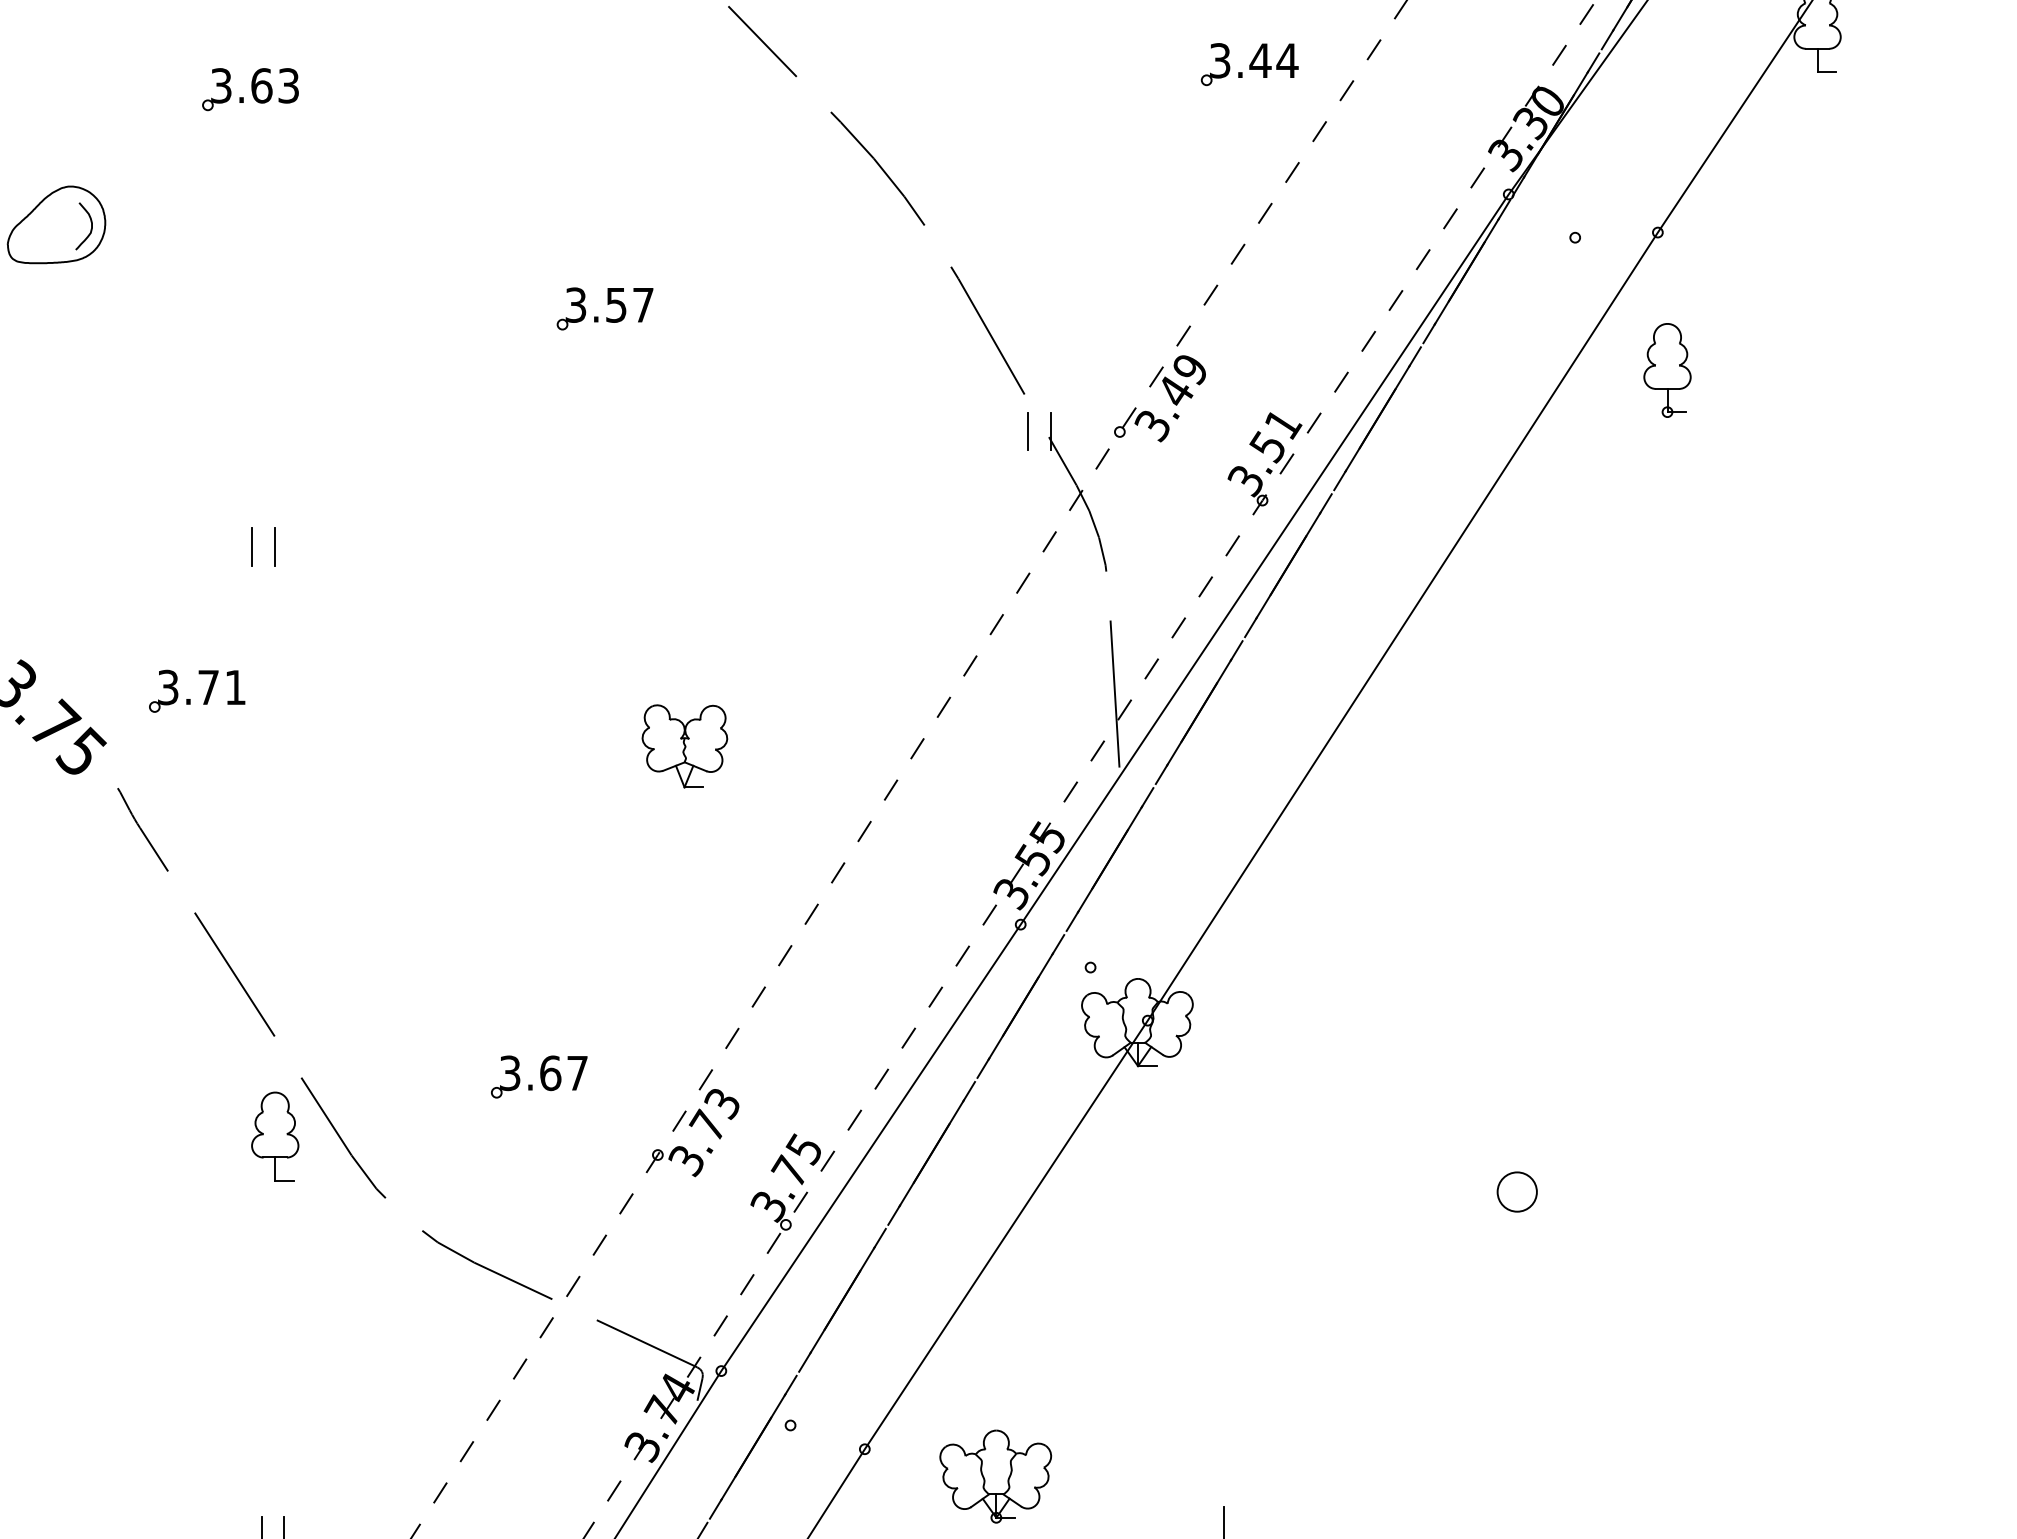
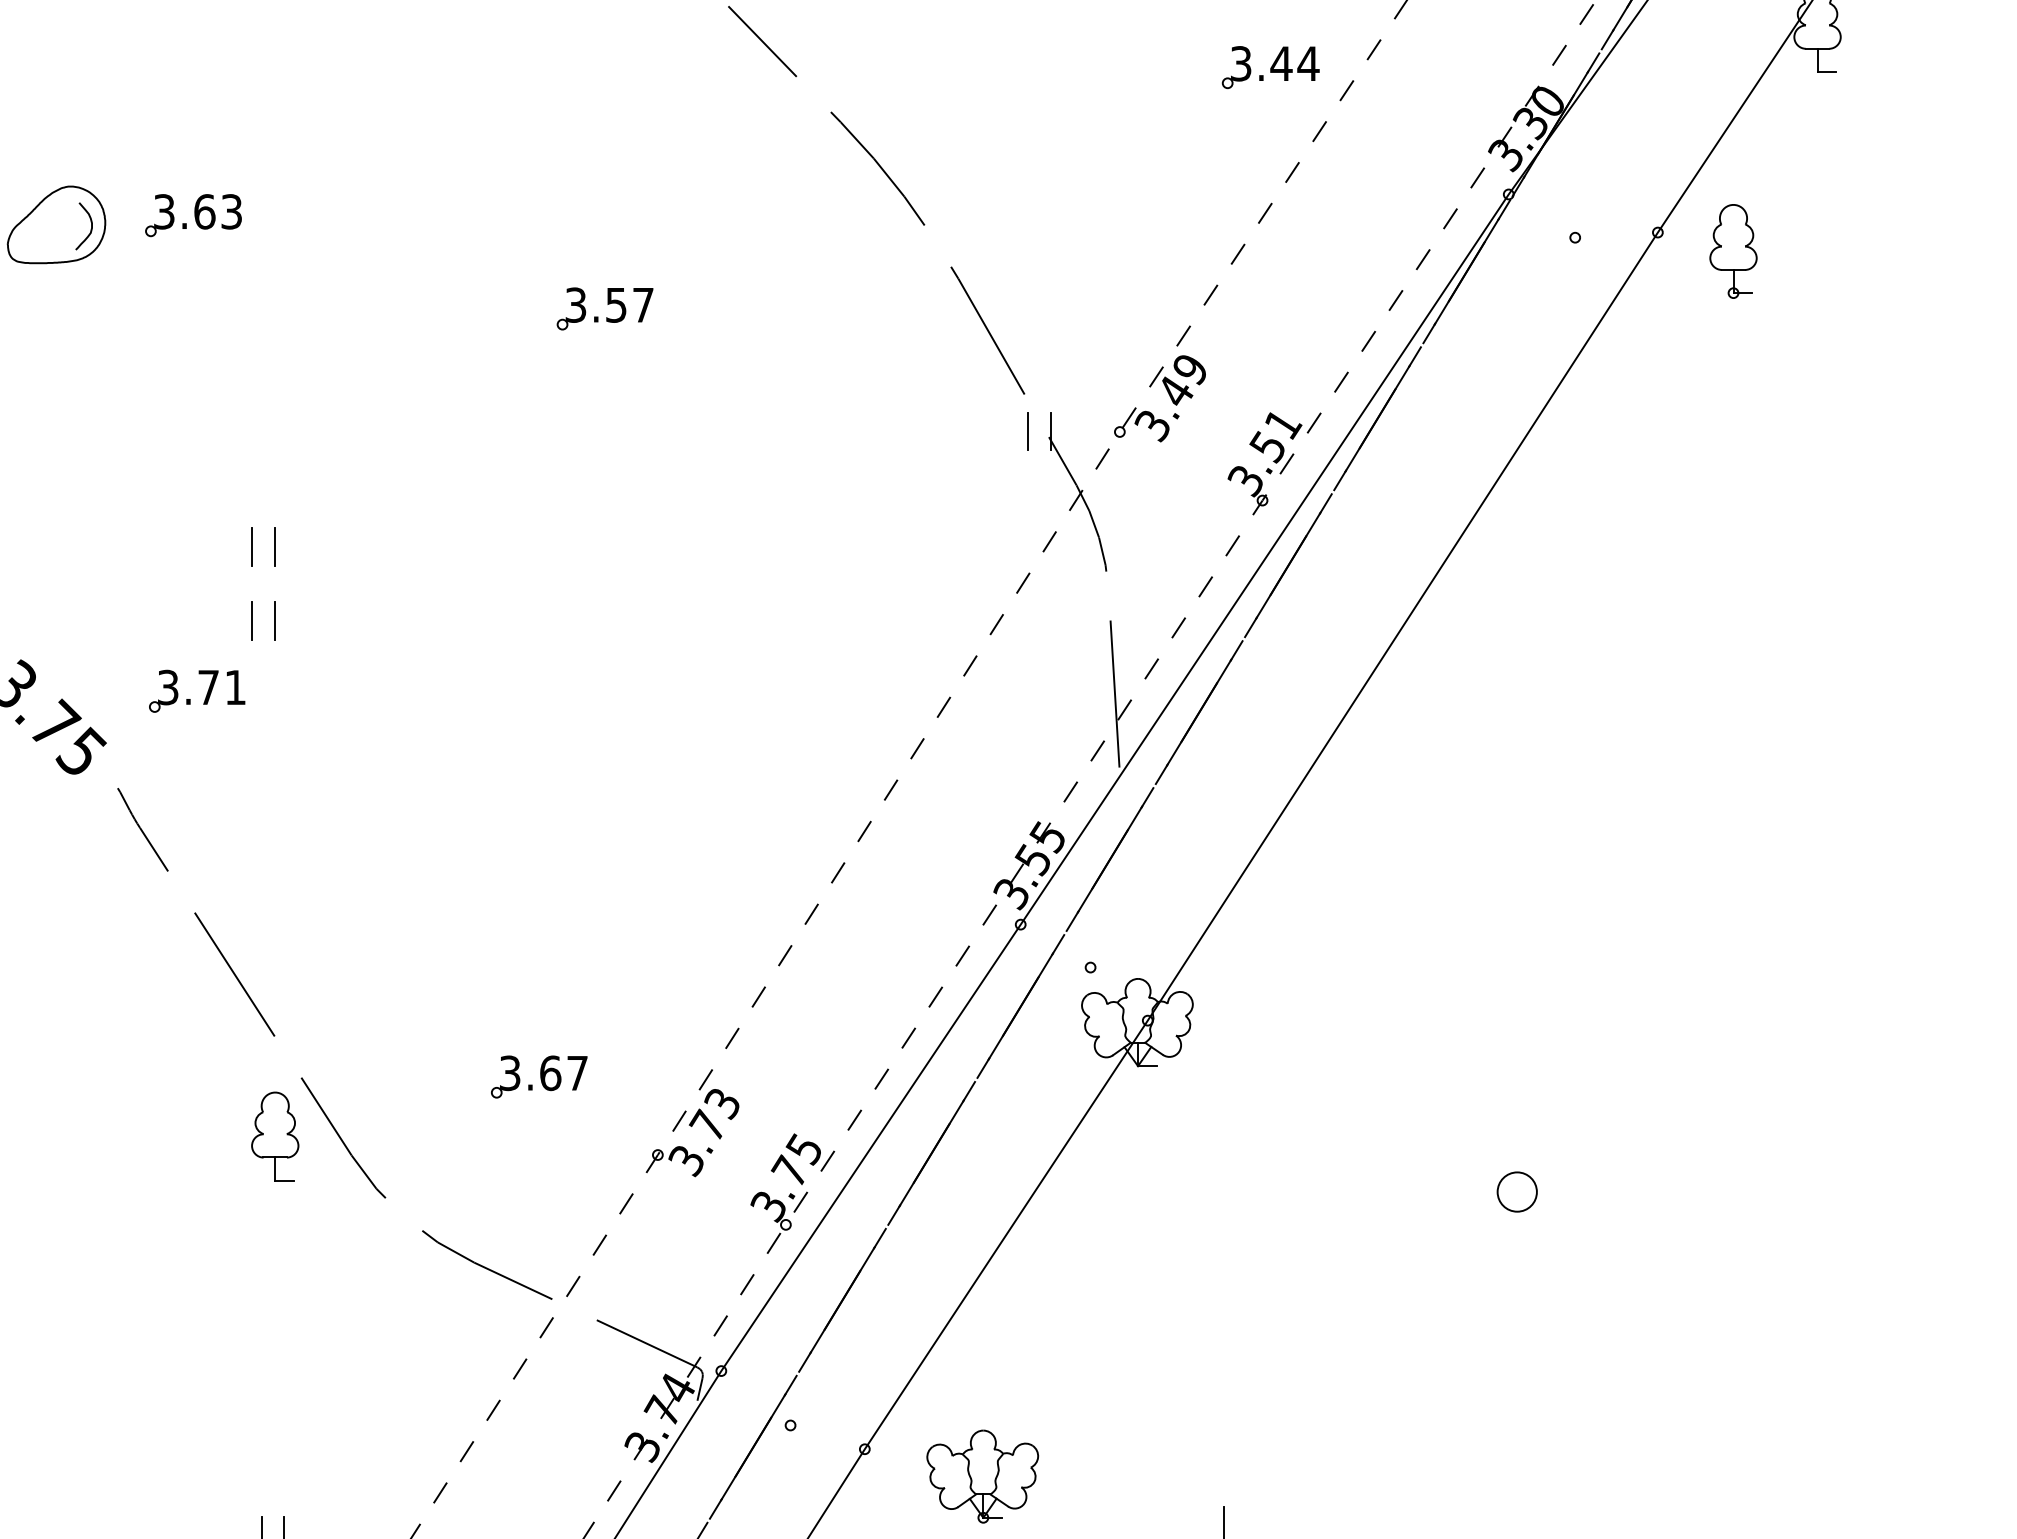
part at (1249, 64) position: (1249, 64) -> (1270, 67)
part at (250, 89) position: (250, 89) -> (193, 215)
part at (1667, 370) position: (1667, 370) -> (1733, 251)
part at (252, 620): none -> present
part at (684, 746): present -> none
part at (995, 1476) position: (995, 1476) -> (982, 1476)
